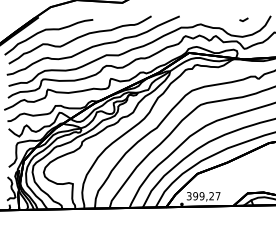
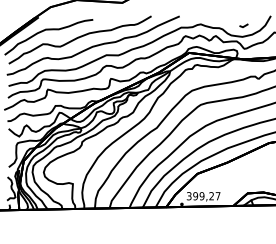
line at (243, 19) position: (243, 19) -> (243, 25)
